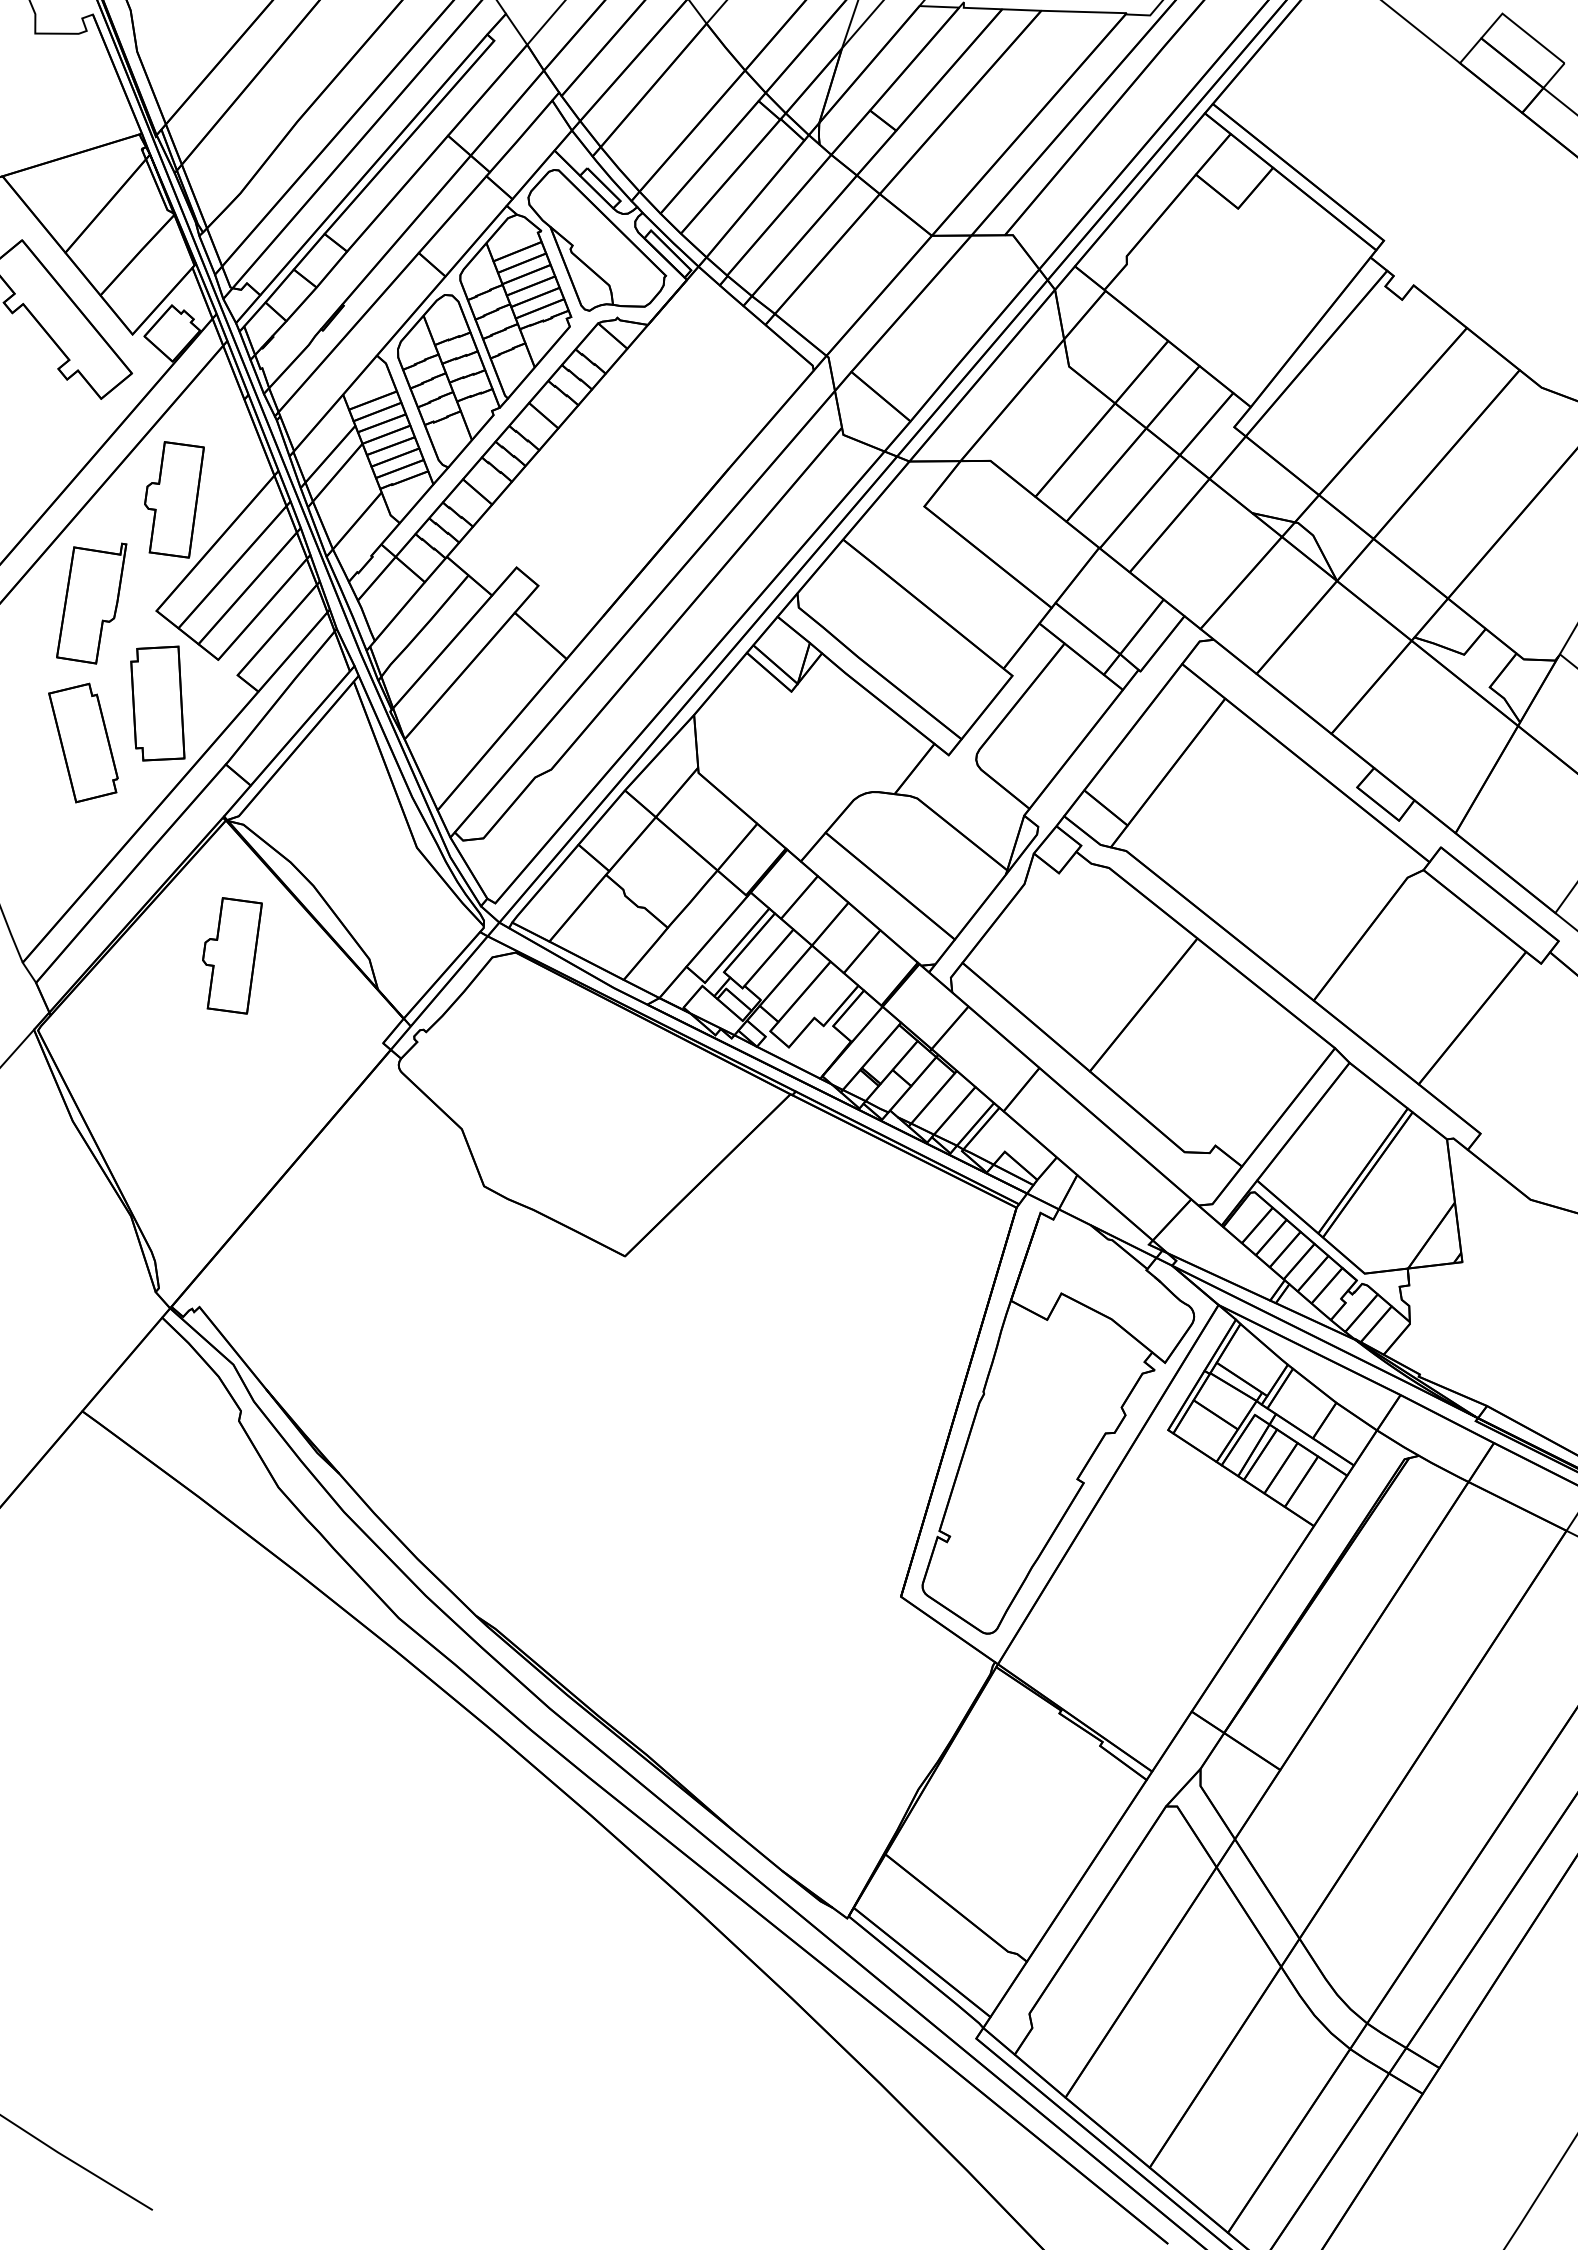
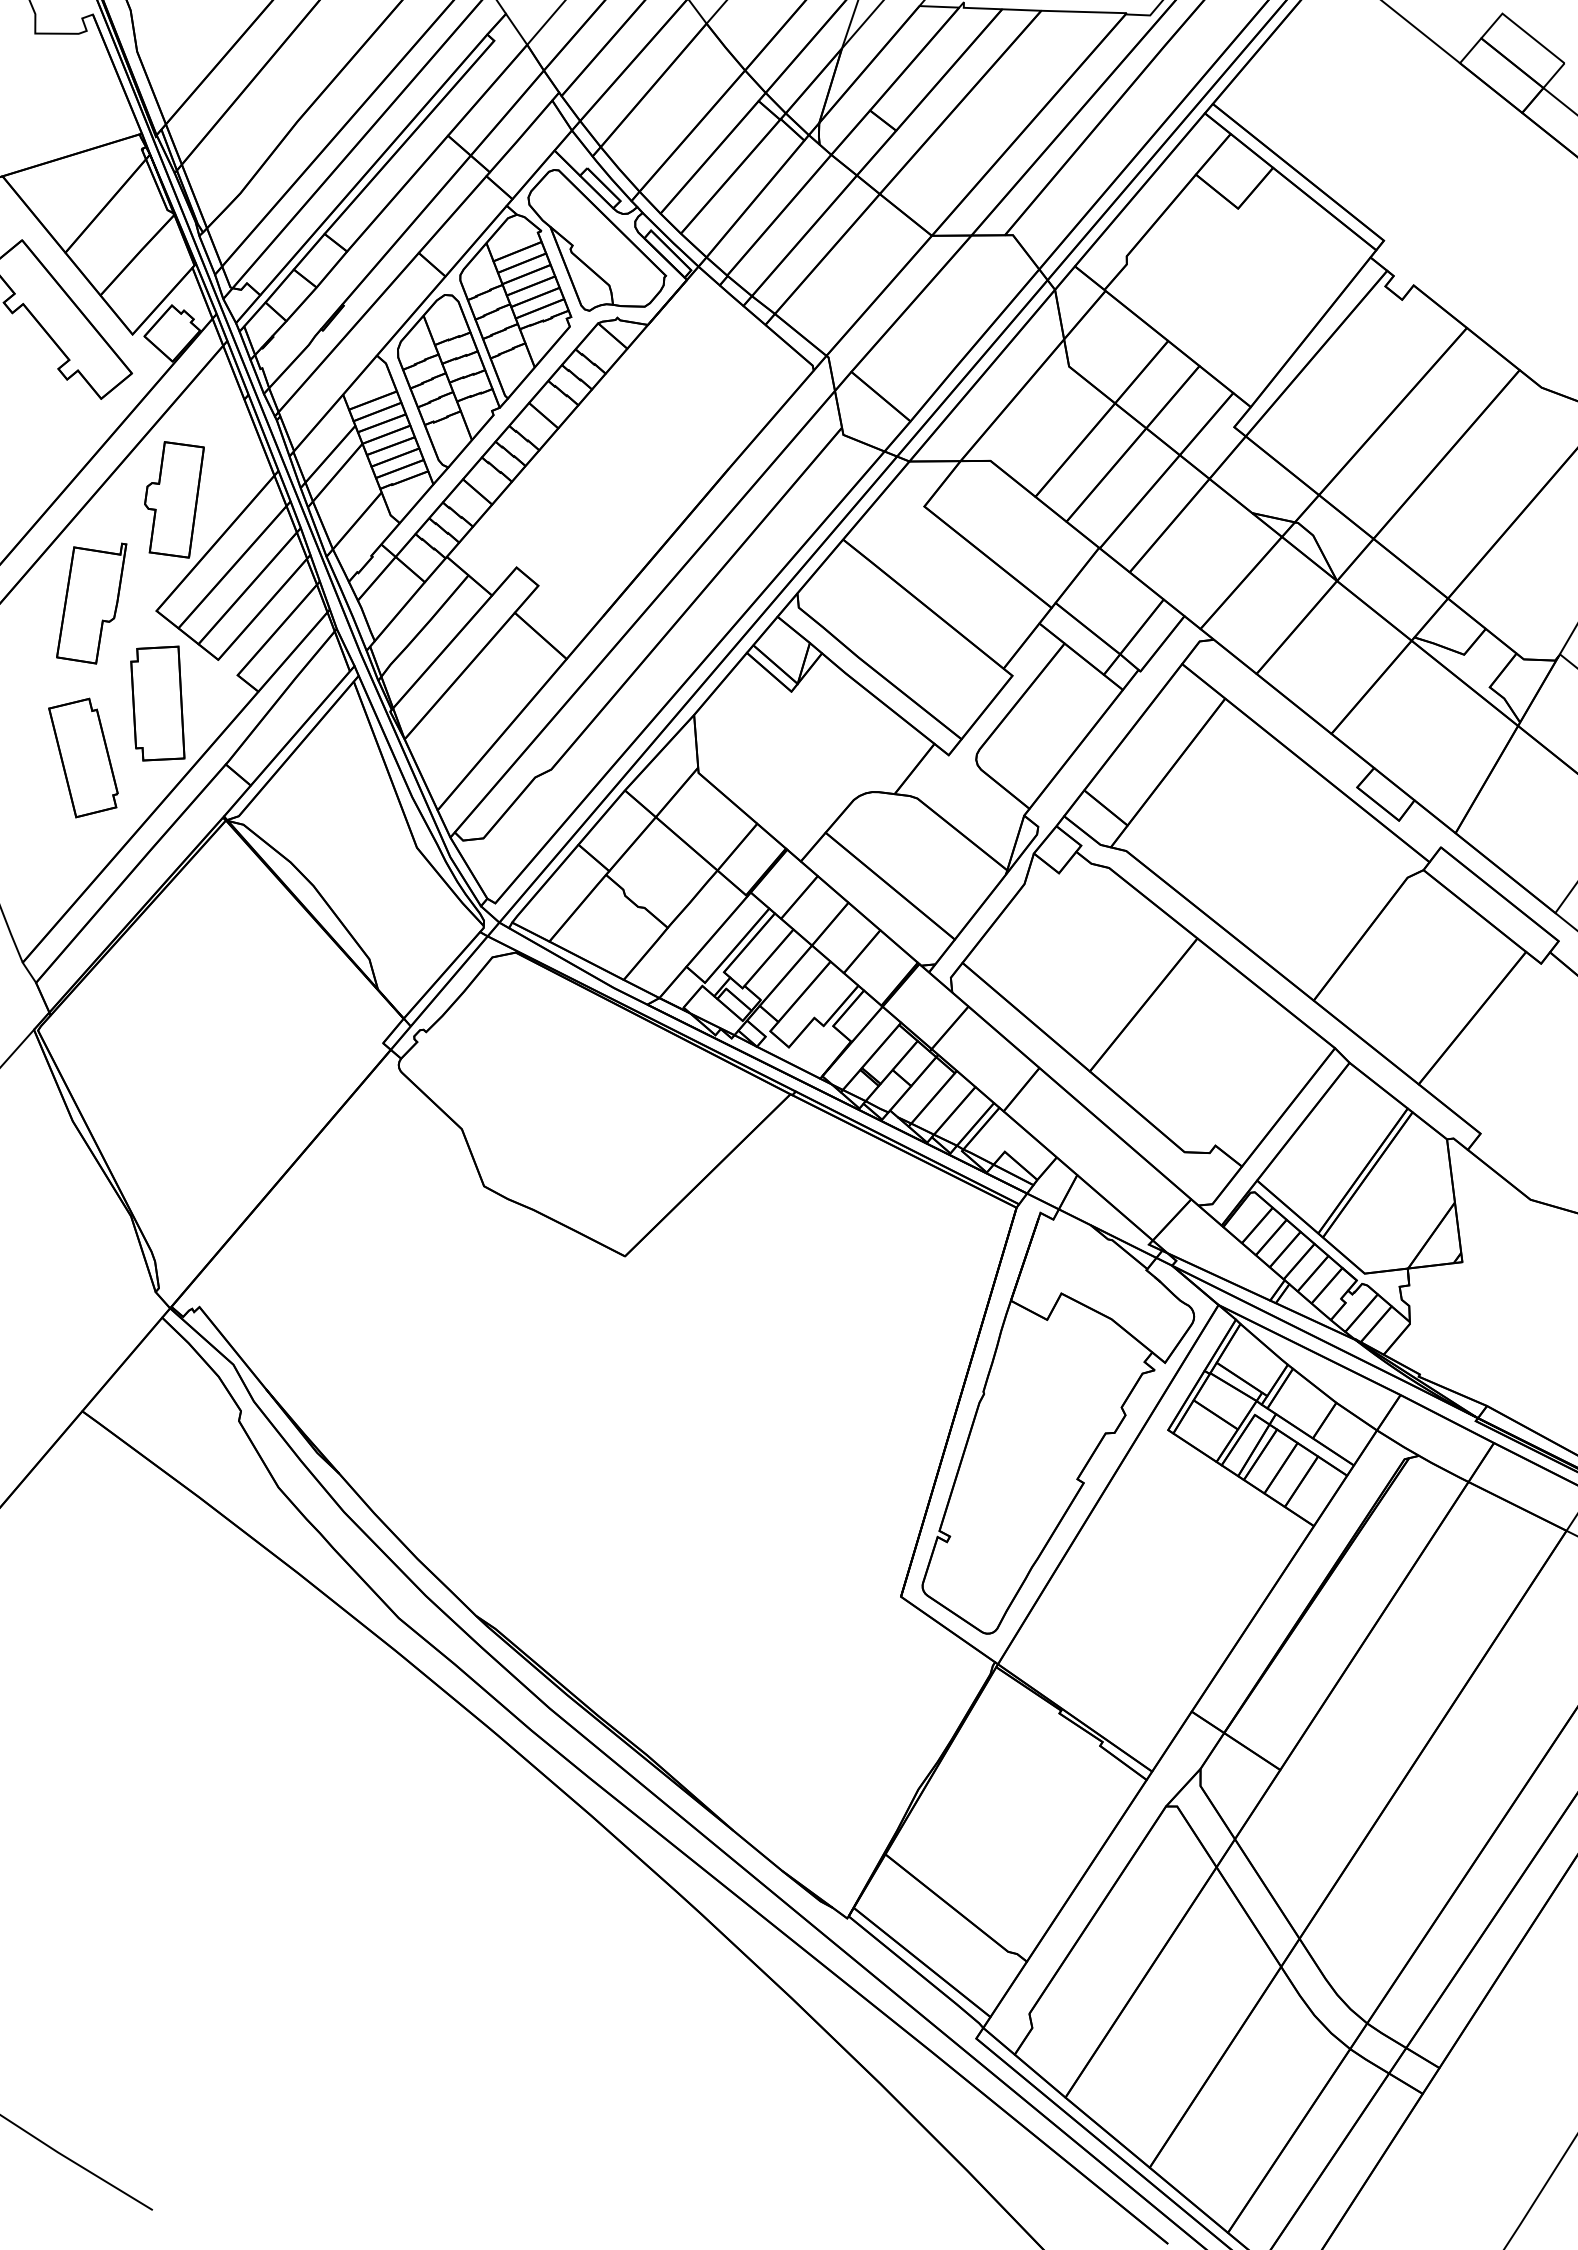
part at (83, 742) position: (83, 742) -> (83, 757)
part at (232, 955): present -> none
